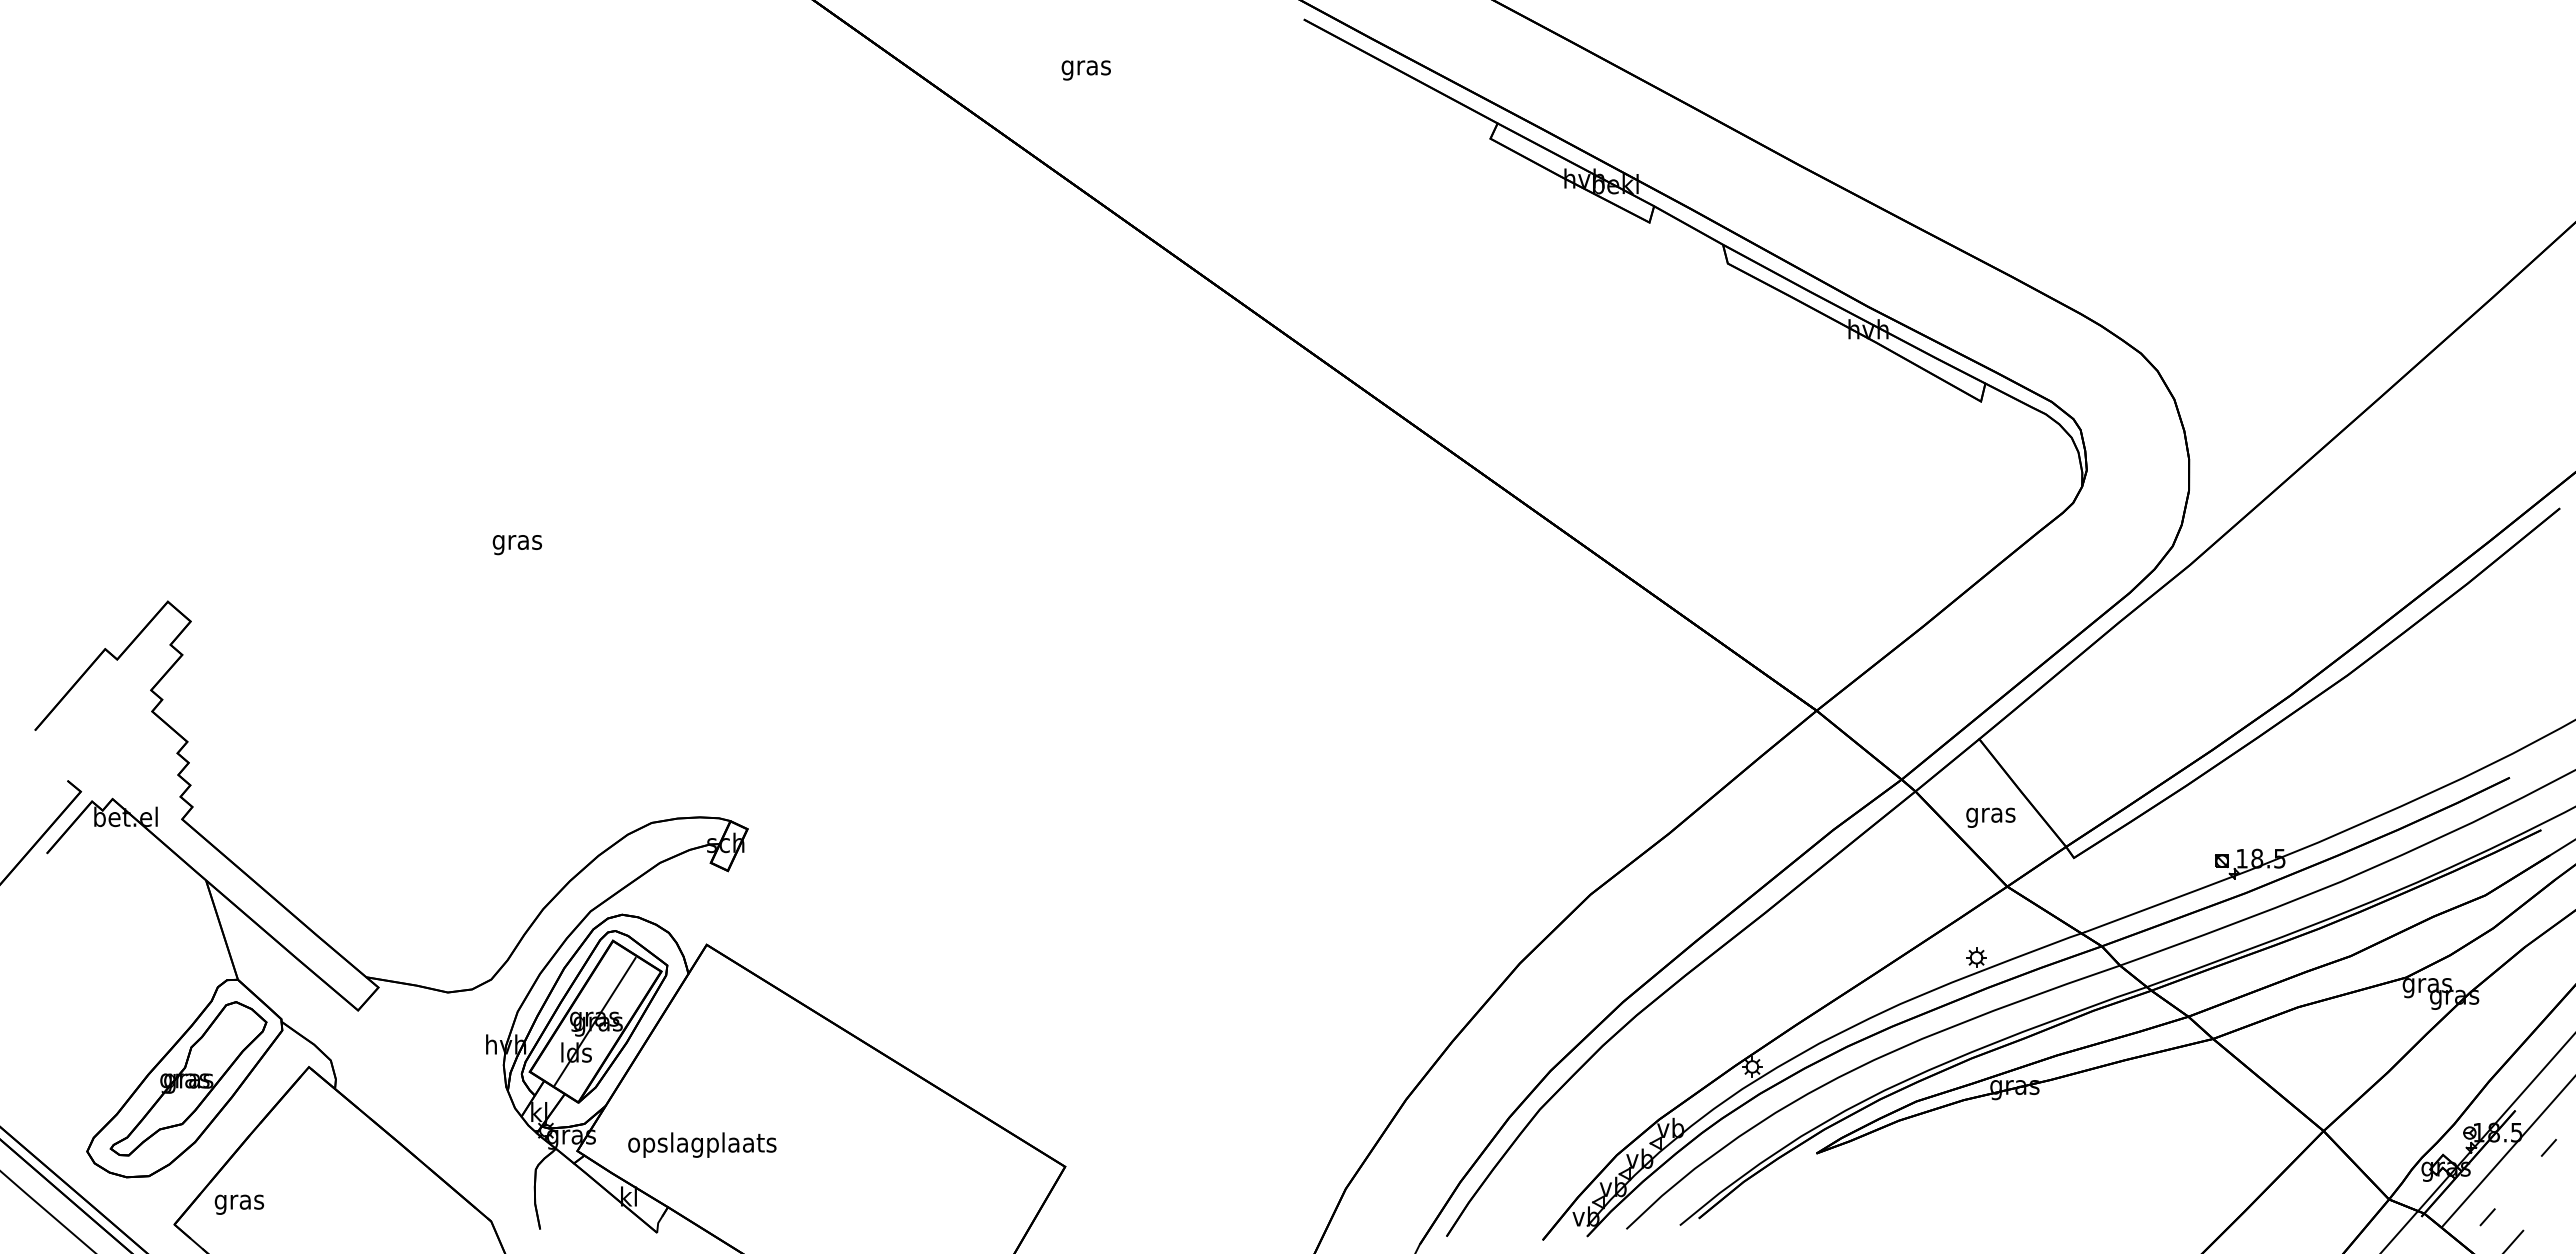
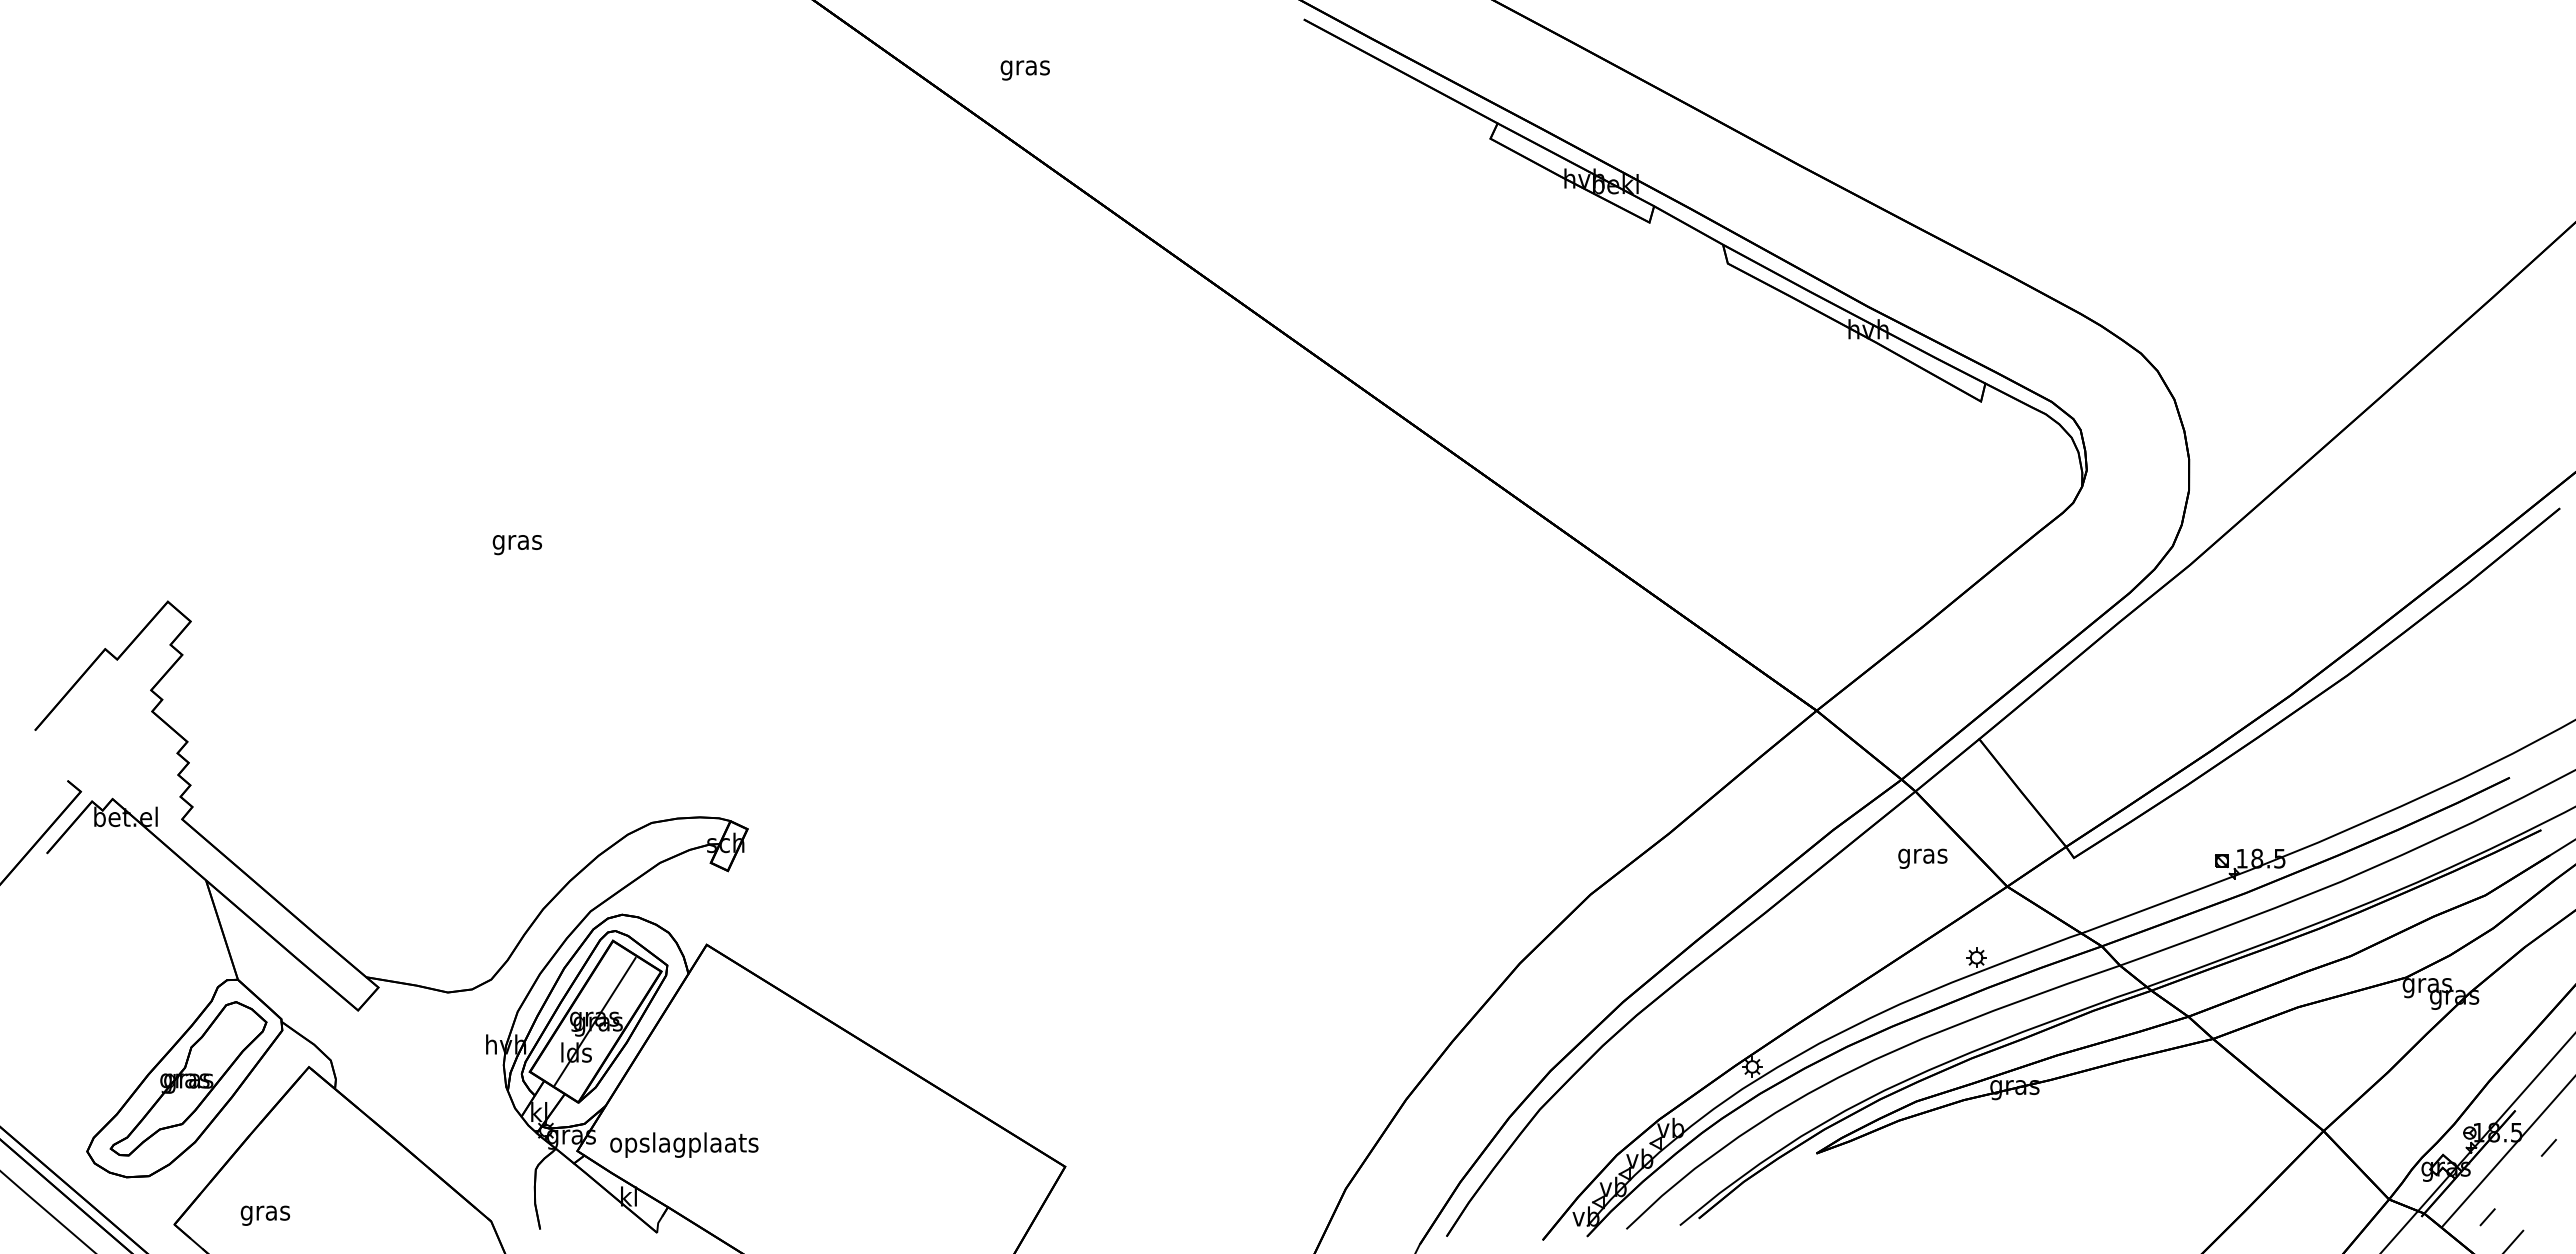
text at (1085, 70) position: (1085, 70) -> (1024, 70)
text at (1990, 817) position: (1990, 817) -> (1922, 858)
text at (702, 1144) position: (702, 1144) -> (684, 1144)
text at (239, 1204) position: (239, 1204) -> (265, 1215)
